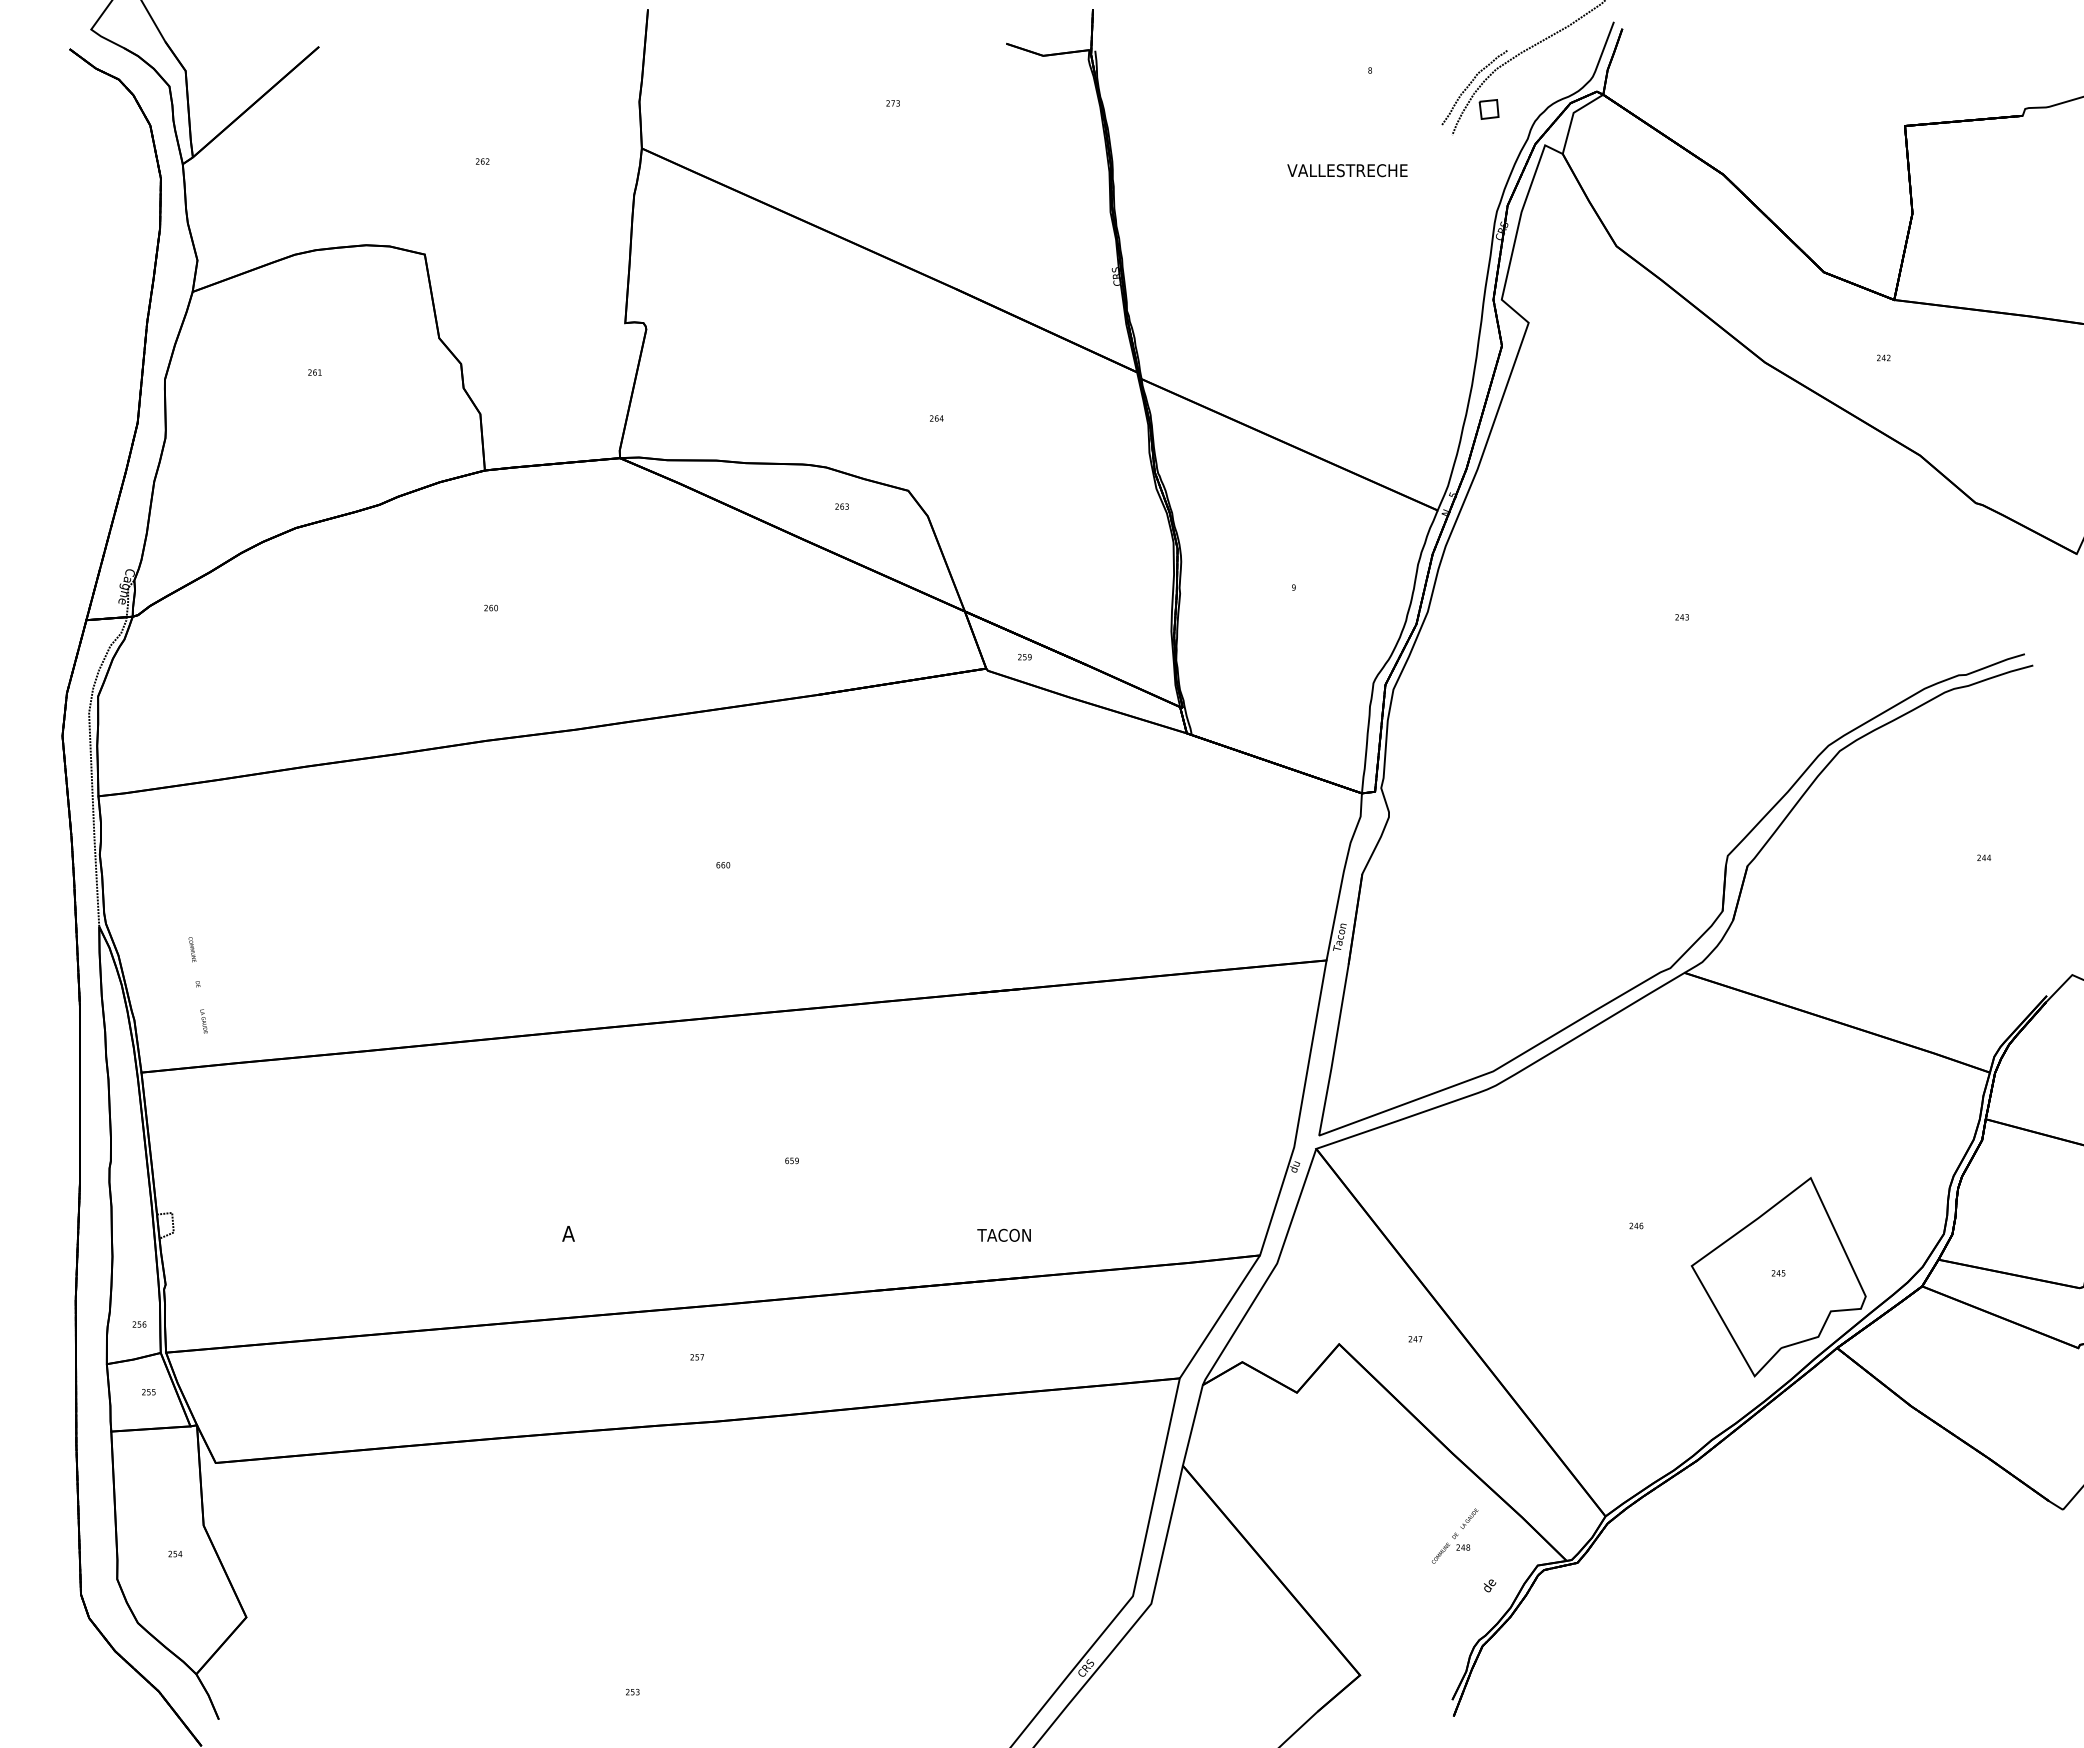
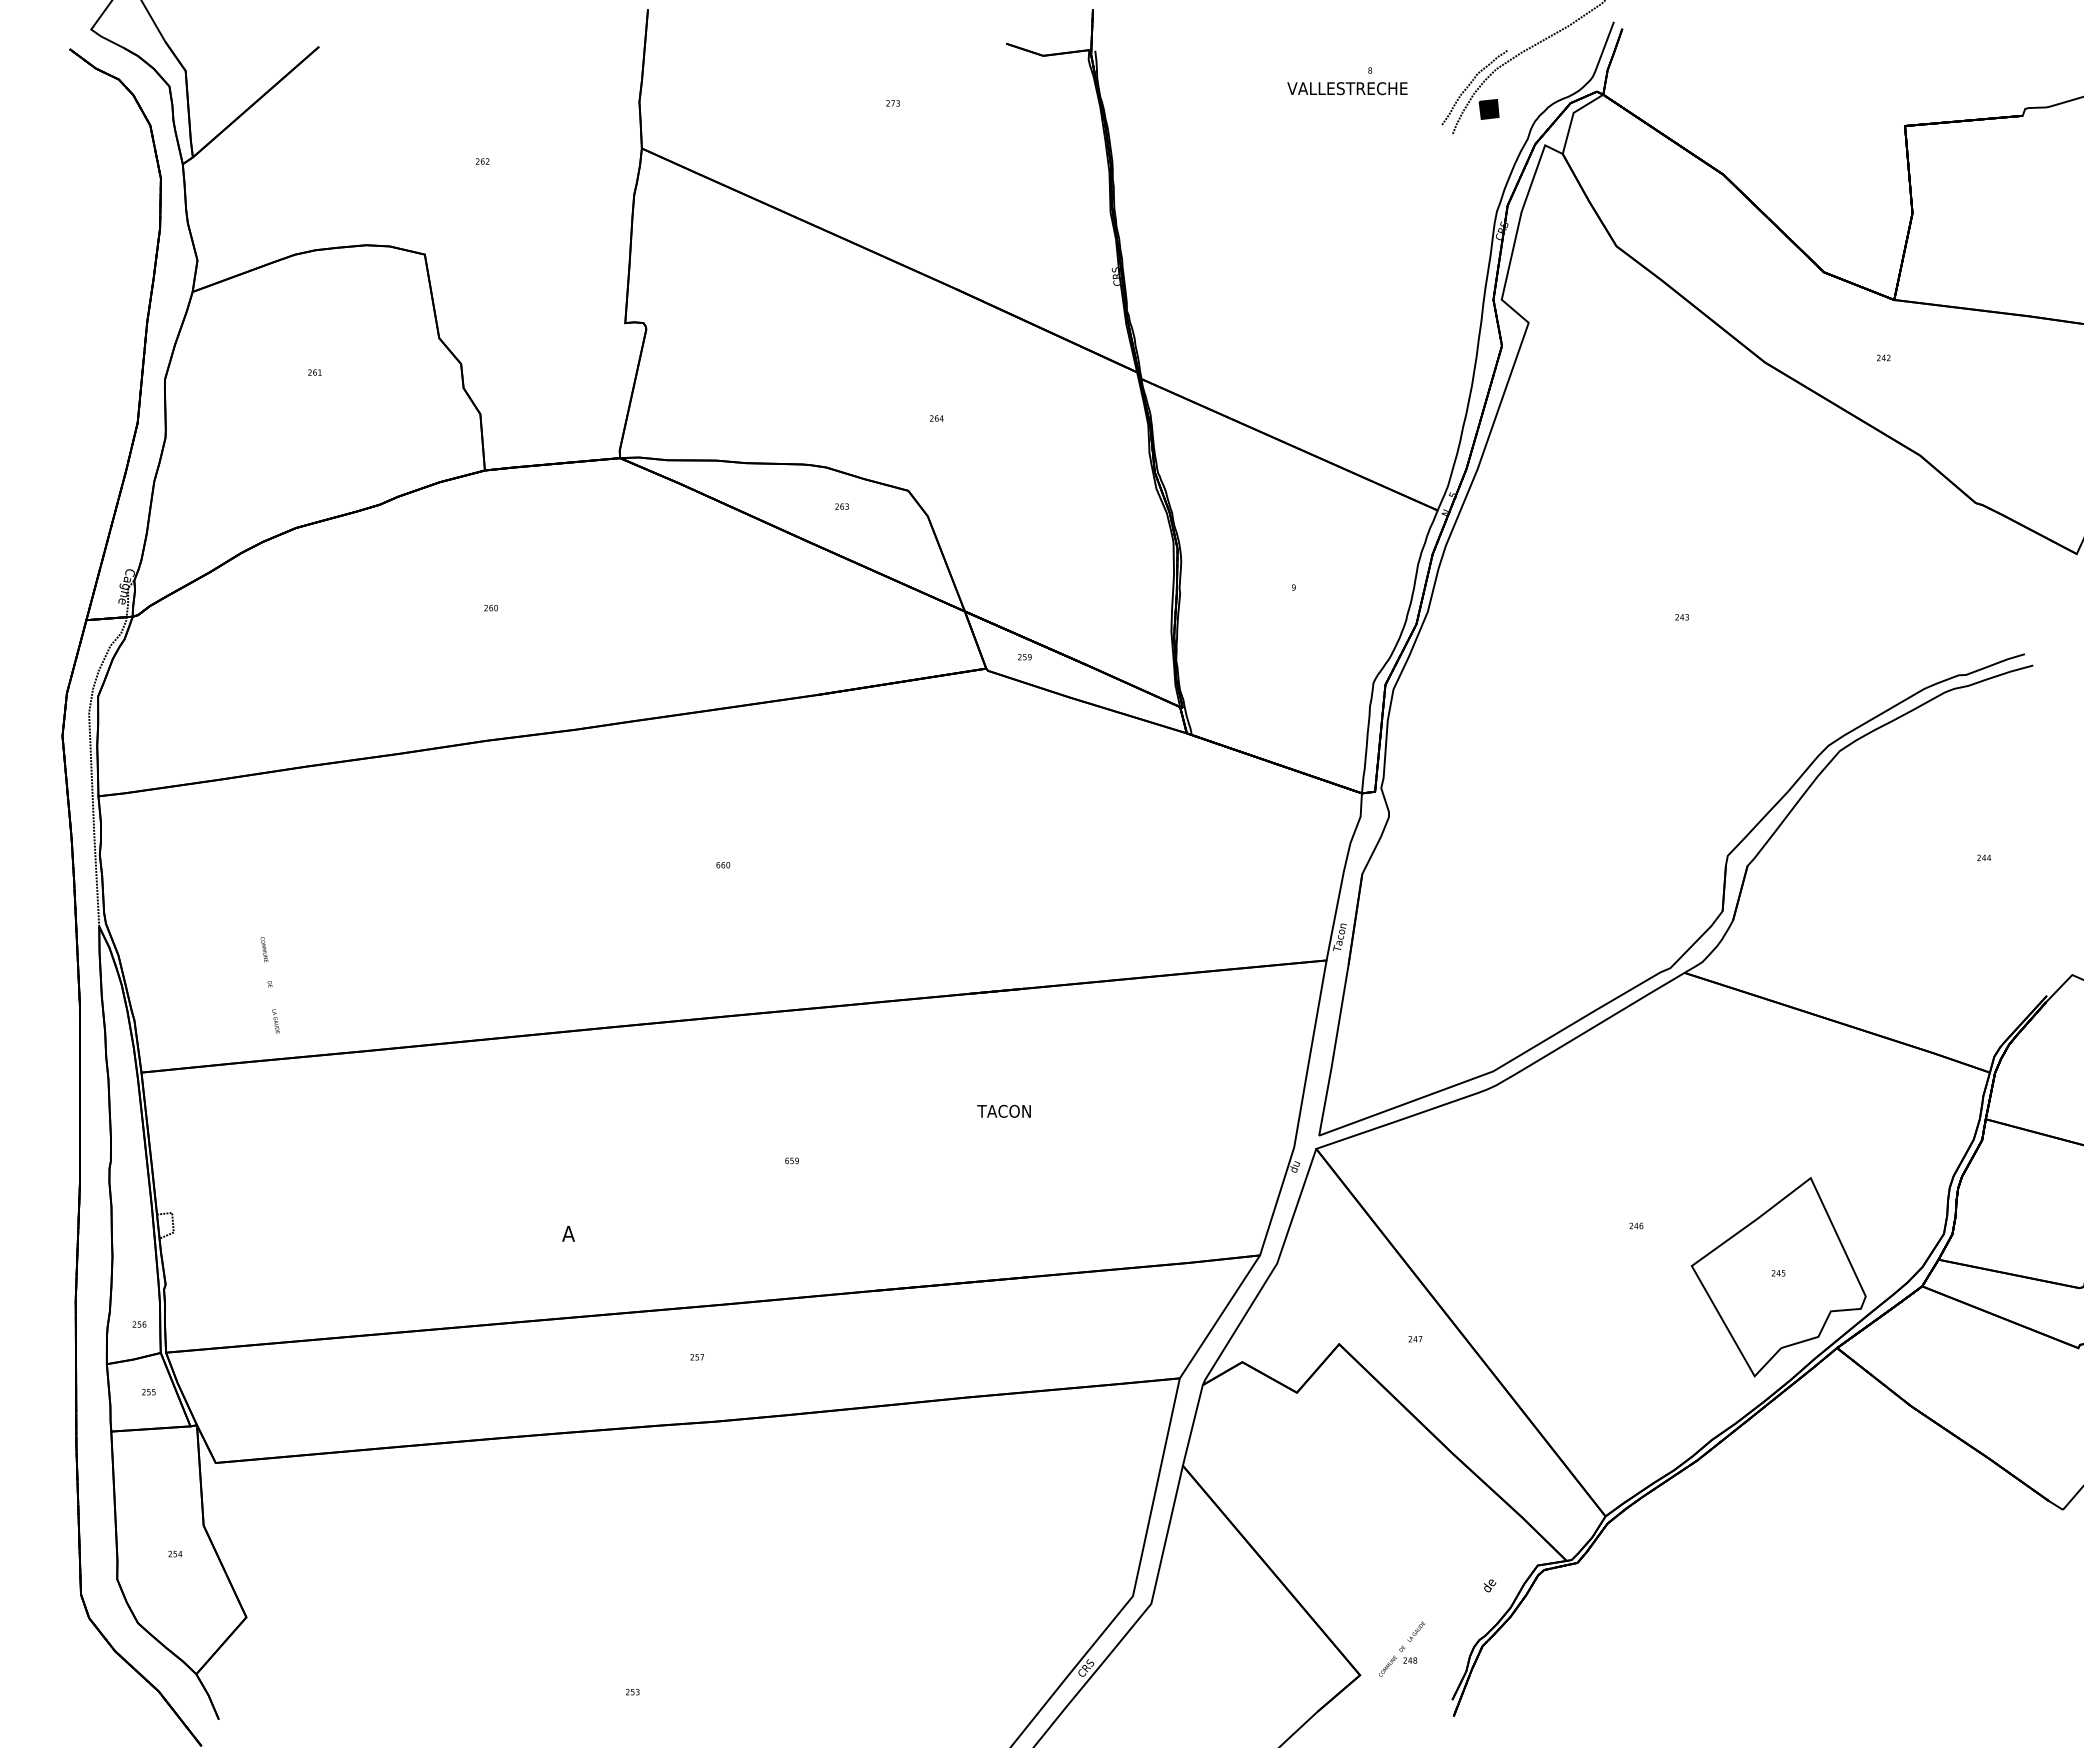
fill at (1488, 109): none -> present
text at (1347, 170) position: (1347, 170) -> (1347, 88)
text at (197, 985) position: (197, 985) -> (269, 985)
text at (1003, 1234) position: (1003, 1234) -> (1003, 1110)
text at (1455, 1535) position: (1455, 1535) -> (1402, 1648)
